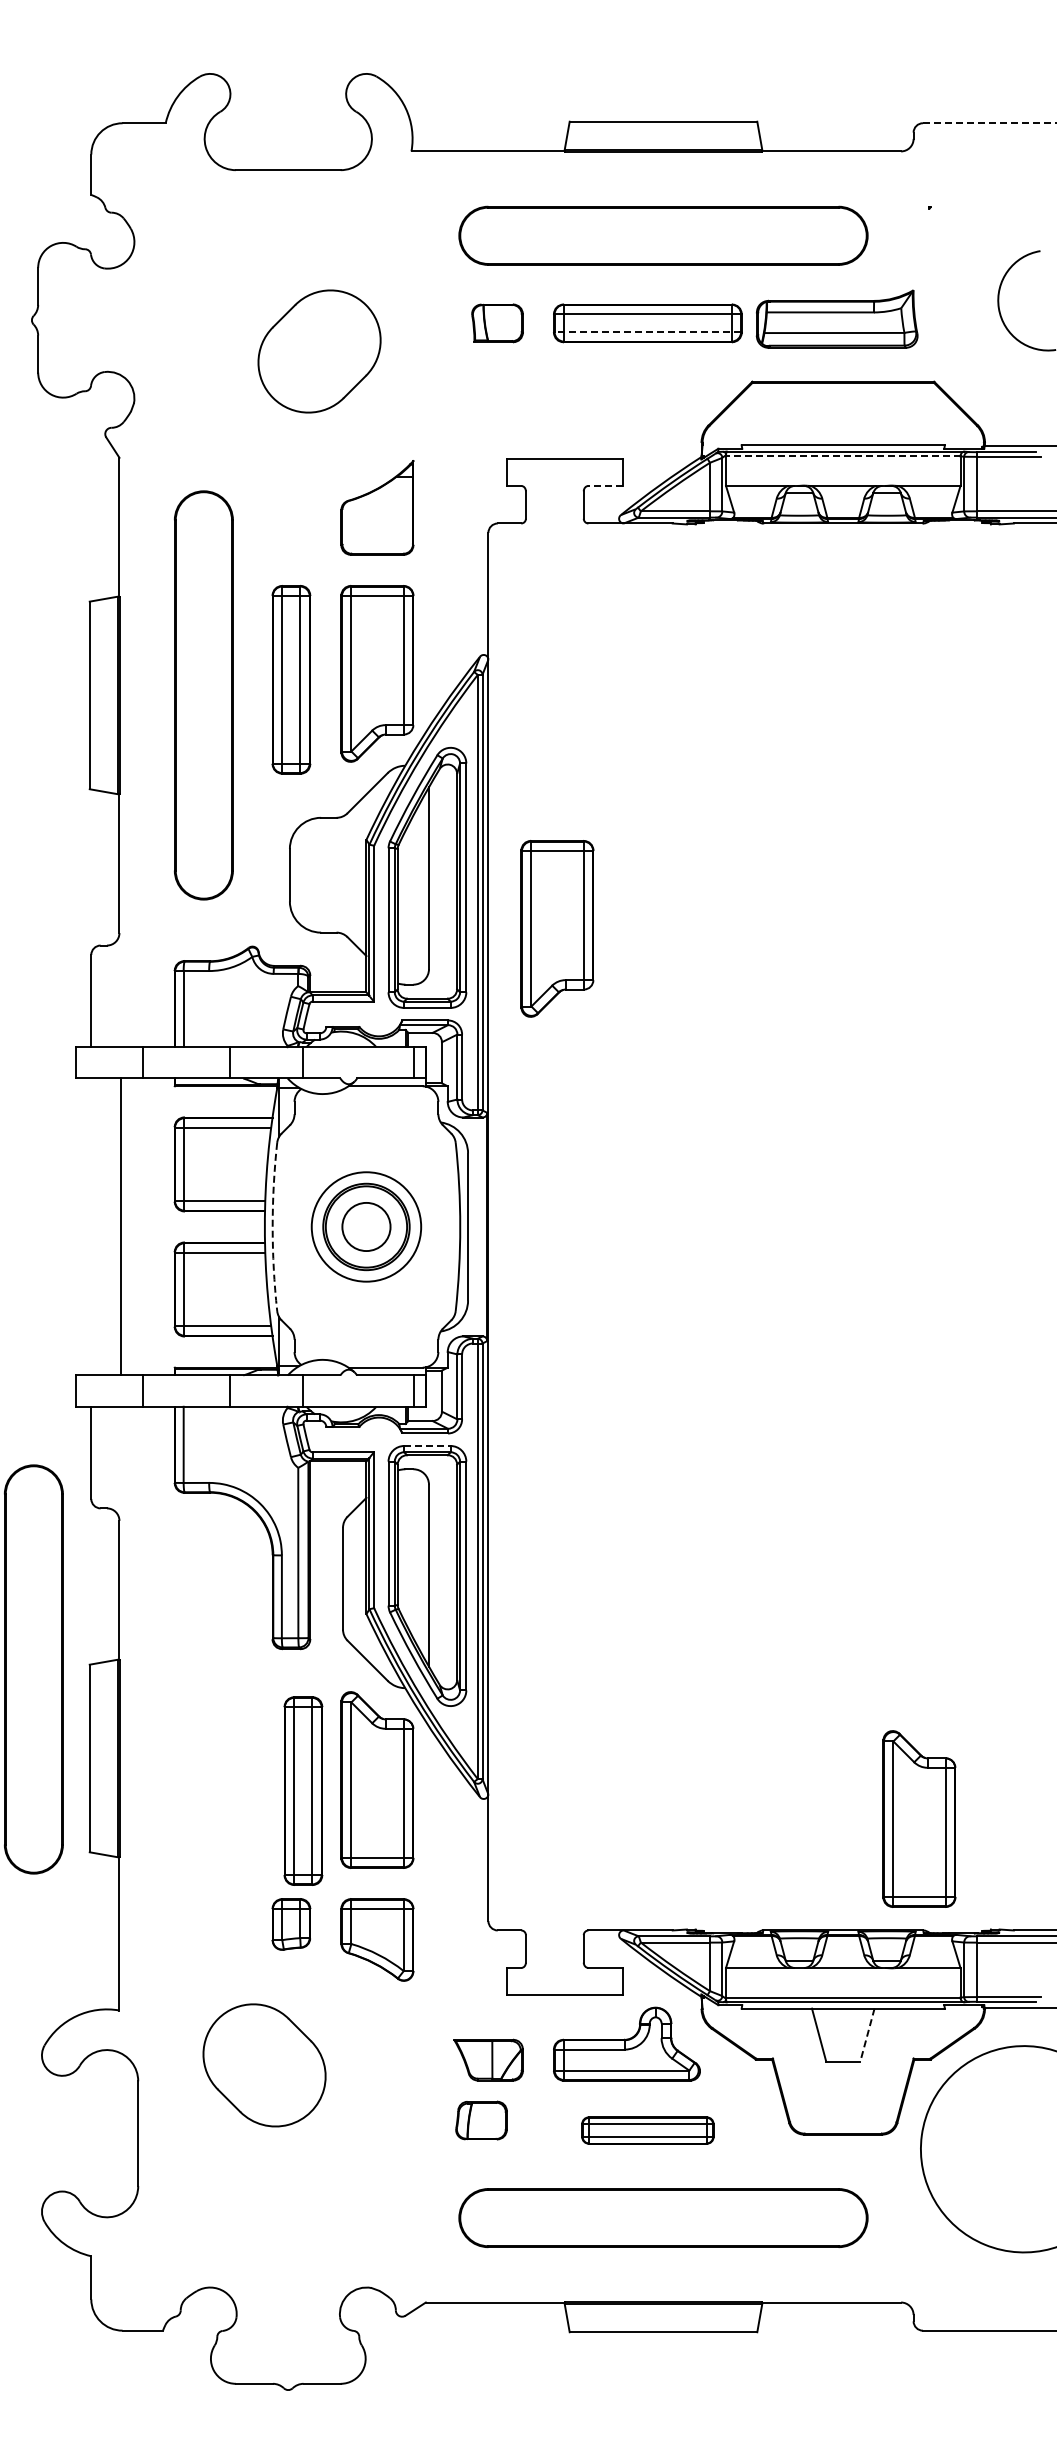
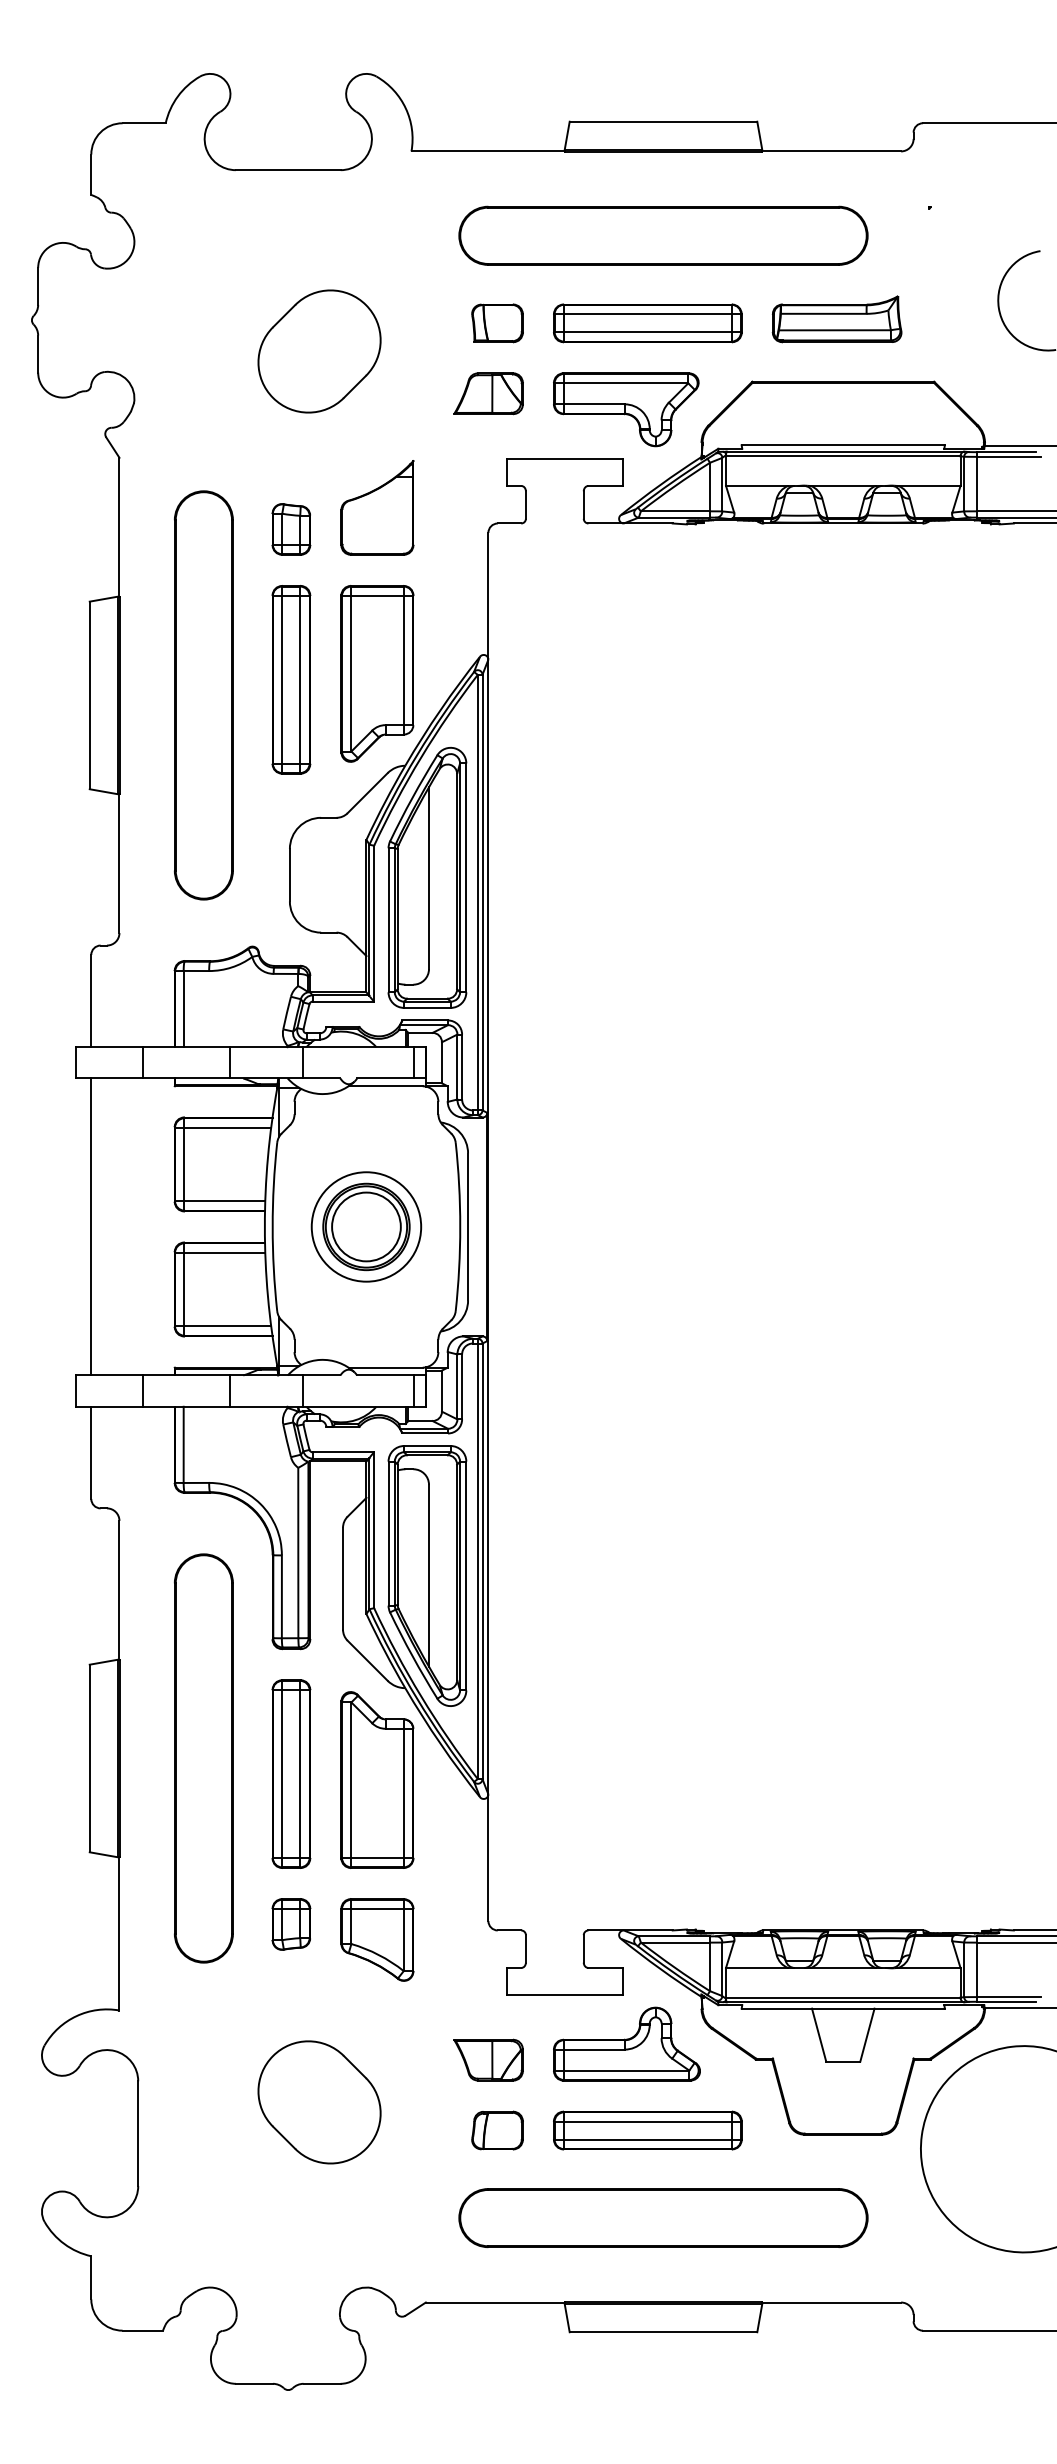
line at (989, 123): dashed -> solid
part at (836, 318) size: 164x60 px -> 132x49 px
line at (647, 332): dashed -> solid
part at (488, 393): none -> present
part at (626, 409): none -> present
line at (842, 456): dashed -> solid
line at (605, 485): dashed -> solid
part at (291, 529): none -> present
part at (557, 928): present -> none
line at (121, 1226) position: (121, 1226) -> (91, 1226)
arc at (272, 1226): dashed -> solid
circle at (366, 1226) diameter: 48 px -> 69 px
line at (427, 1446): dashed -> solid
part at (33, 1669) position: (33, 1669) -> (203, 1758)
part at (303, 1790) position: (303, 1790) -> (291, 1773)
part at (919, 1818): present -> none
line at (867, 2035): dashed -> solid
part at (264, 2065) position: (264, 2065) -> (319, 2102)
part at (481, 2120) position: (481, 2120) -> (497, 2130)
part at (647, 2130) size: 134x29 px -> 190x41 px
